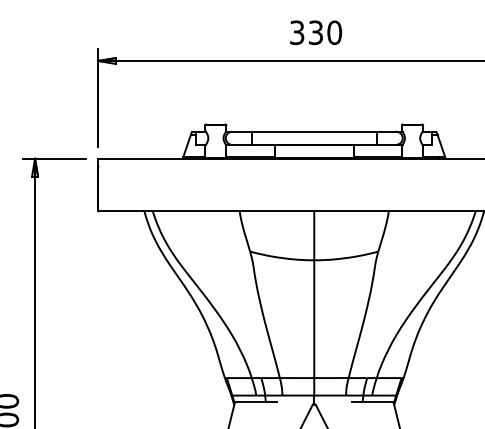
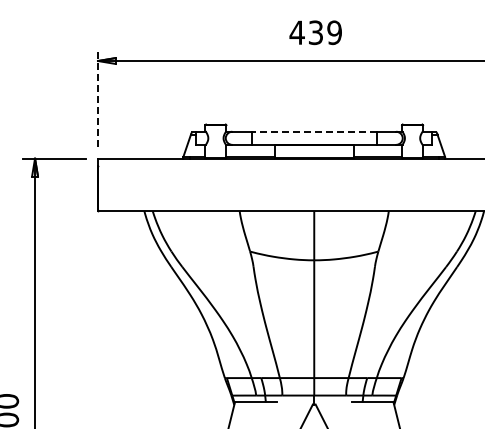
text at (315, 32): 330 -> 439
line at (97, 97): solid -> dashed
line at (313, 131): solid -> dashed
